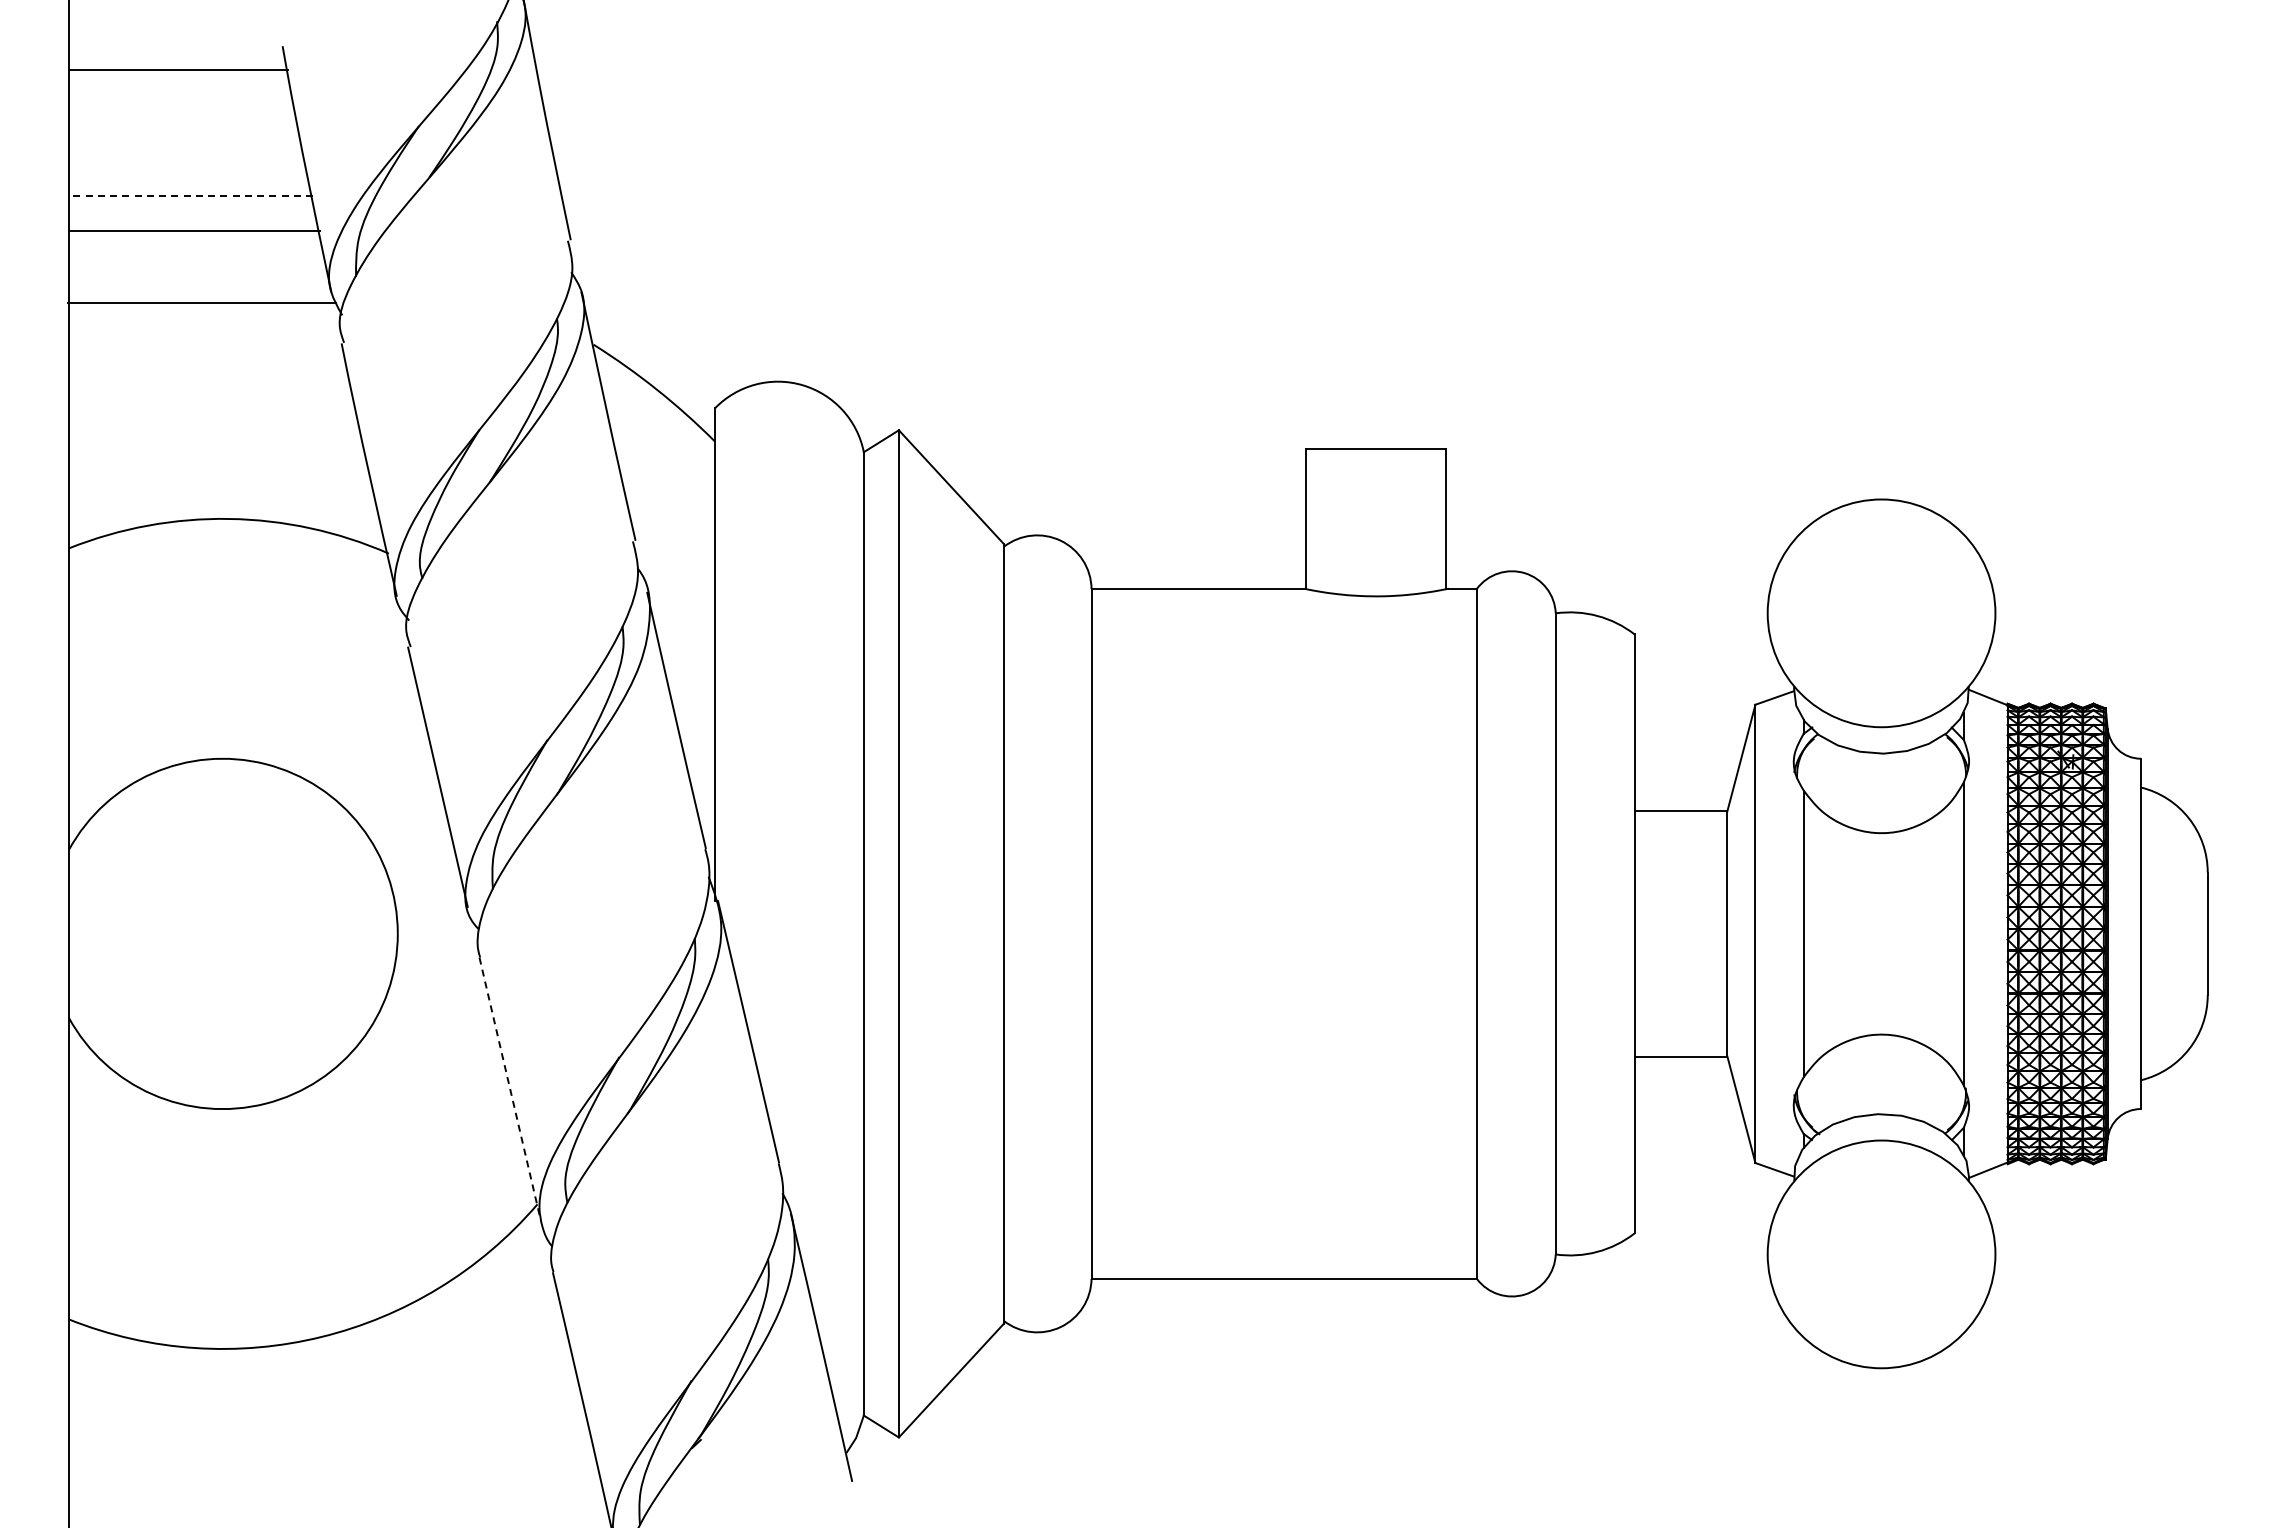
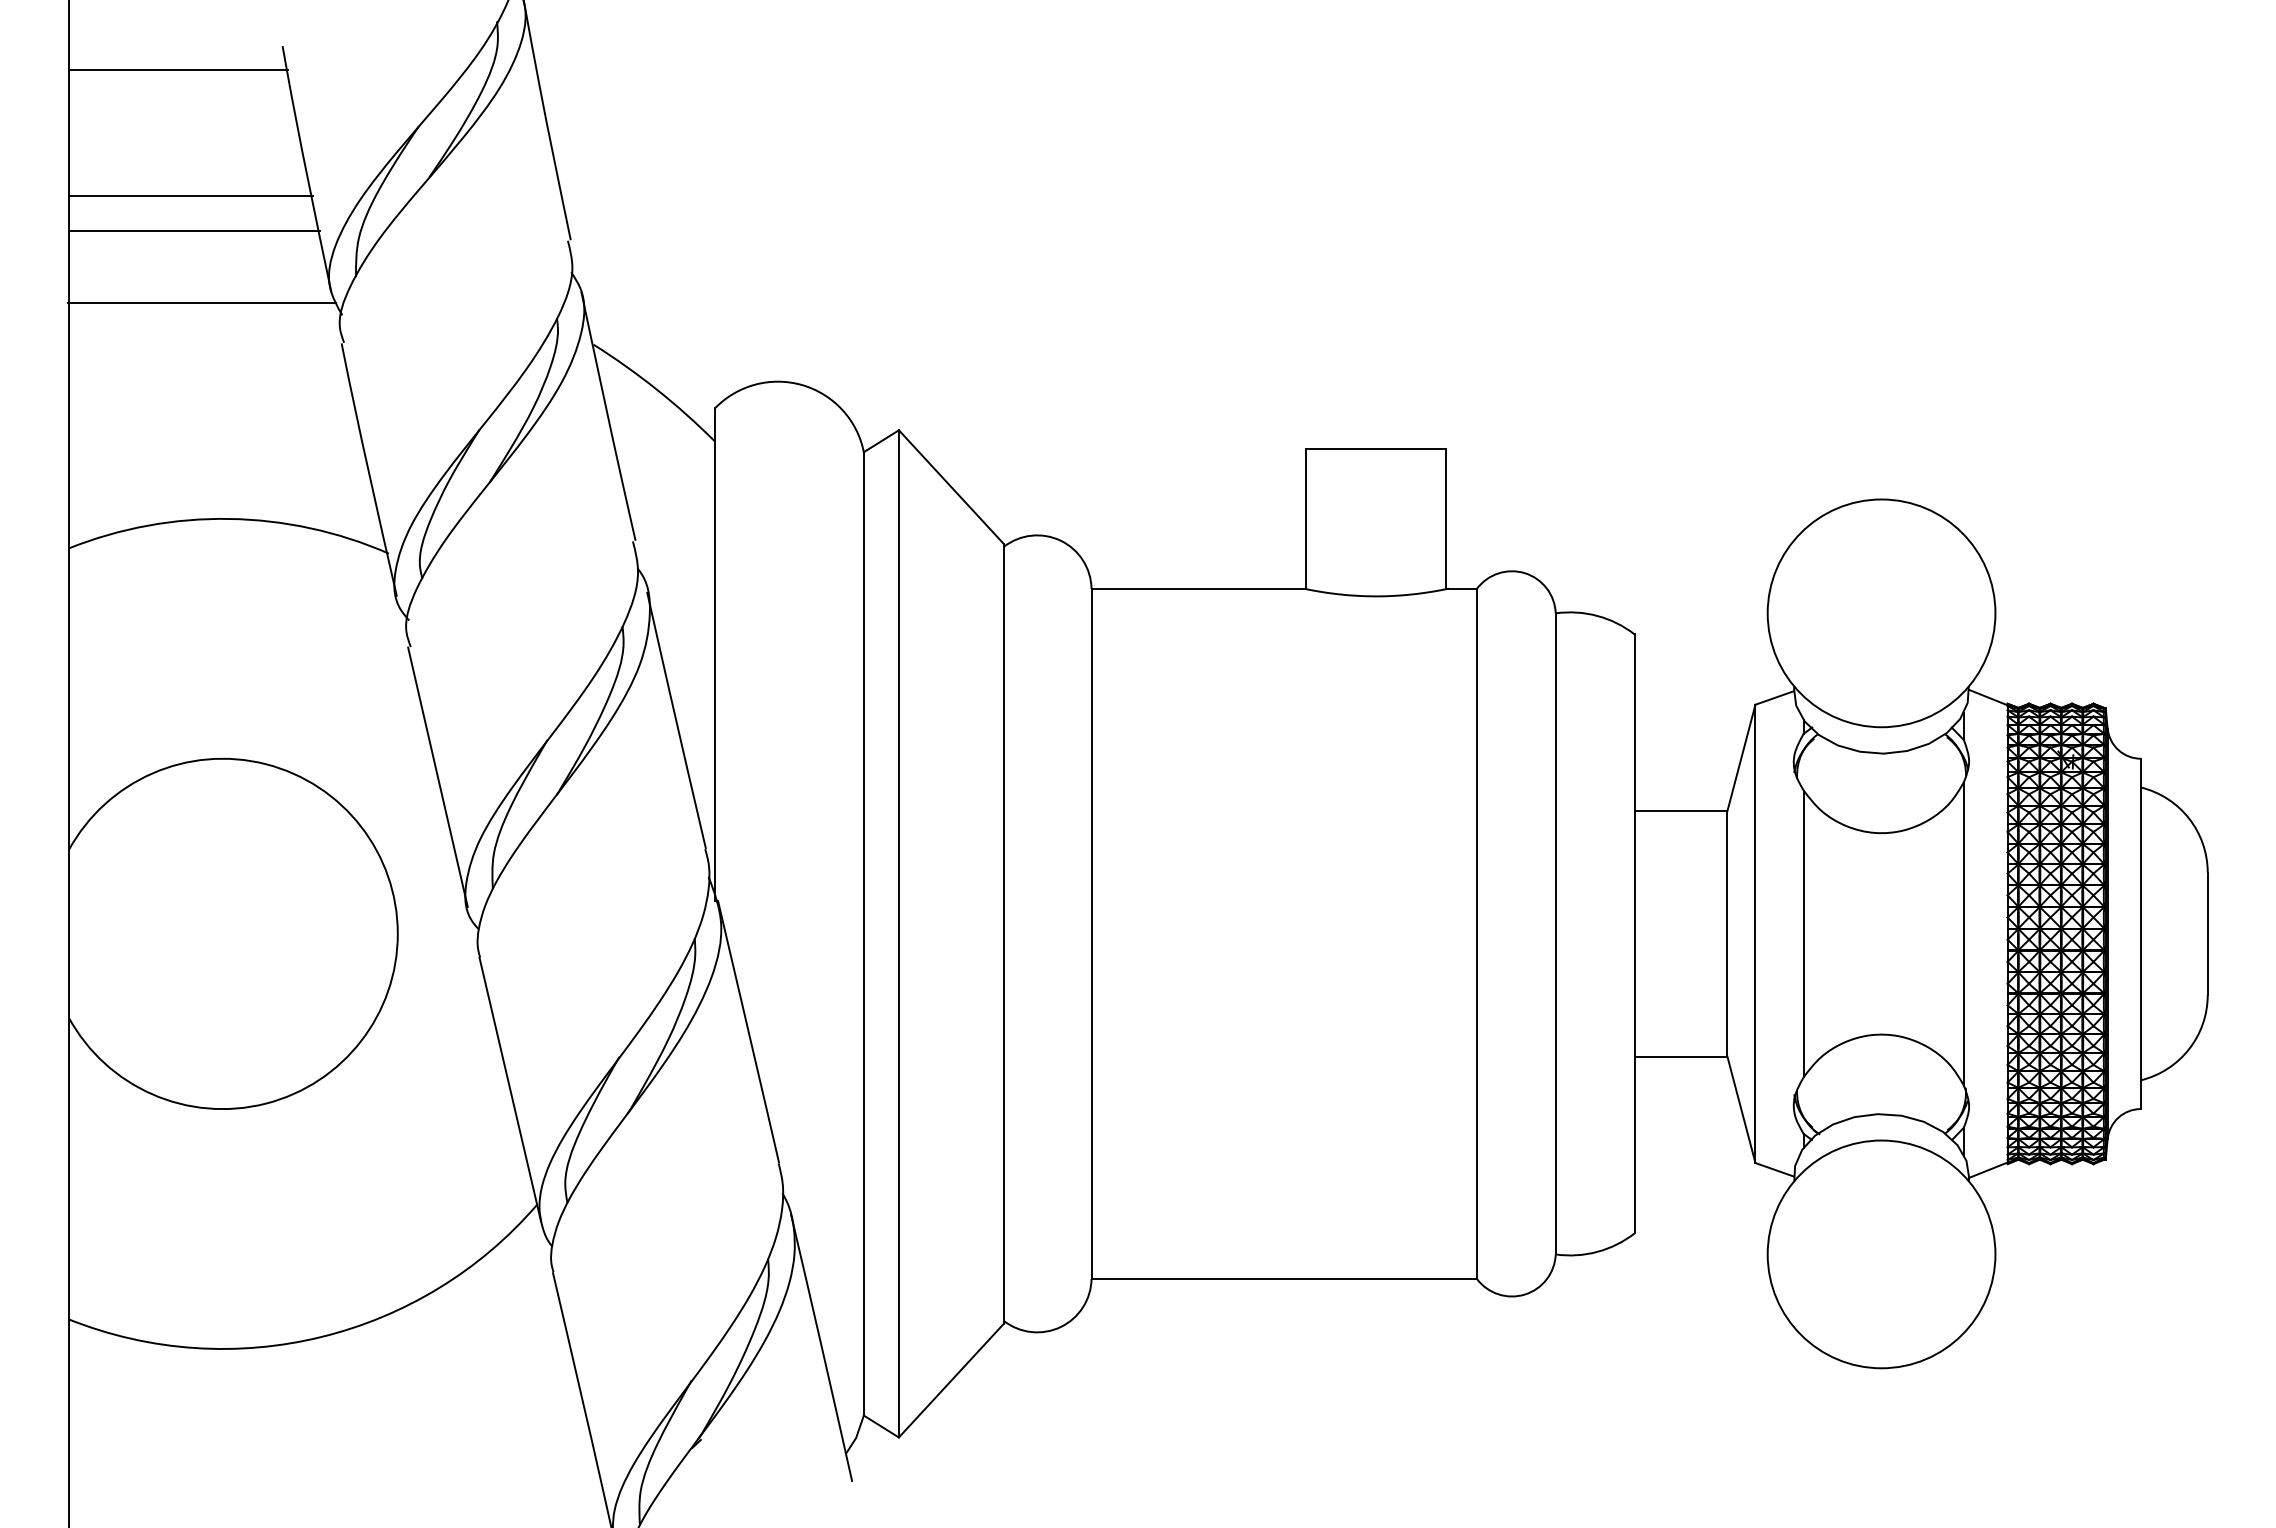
line at (190, 196): dashed -> solid
line at (510, 1090): dashed -> solid
